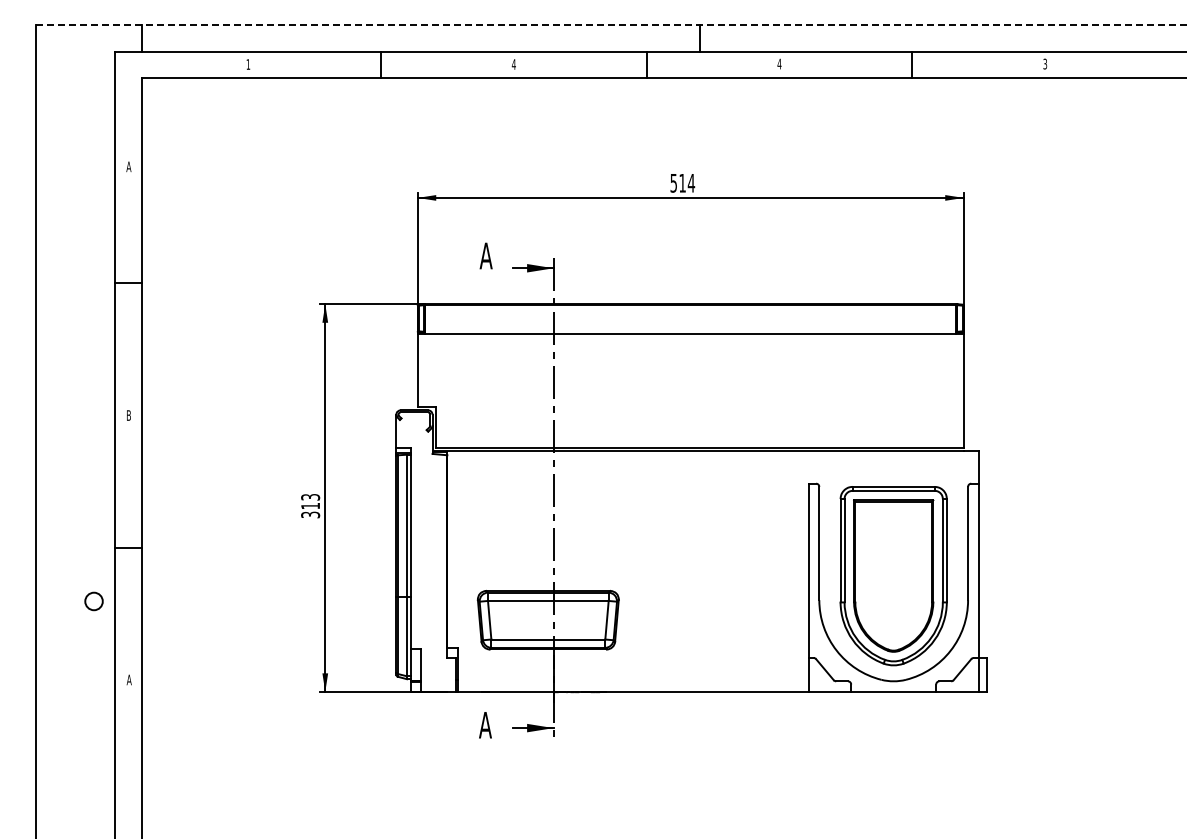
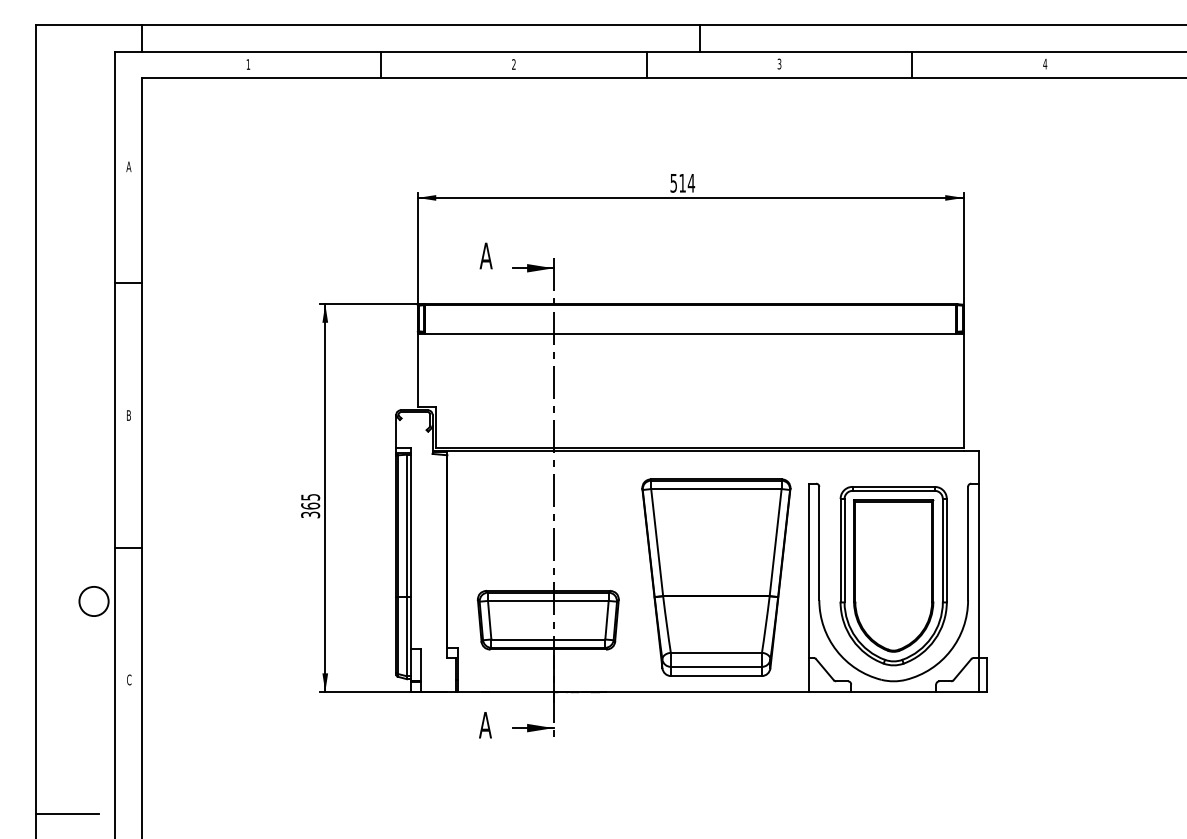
line at (611, 24): dashed -> solid
text at (779, 63): 4 -> 3
text at (1045, 63): 3 -> 4
text at (513, 64): 4 -> 2
text at (310, 501): 313 -> 365
part at (716, 577): none -> present
circle at (93, 601) diameter: 18 px -> 29 px
text at (128, 679): A -> C
line at (67, 814): none -> present
